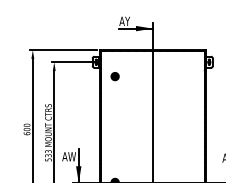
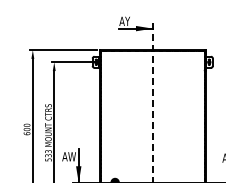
part at (114, 76): present -> none
line at (152, 103): solid -> dashed
